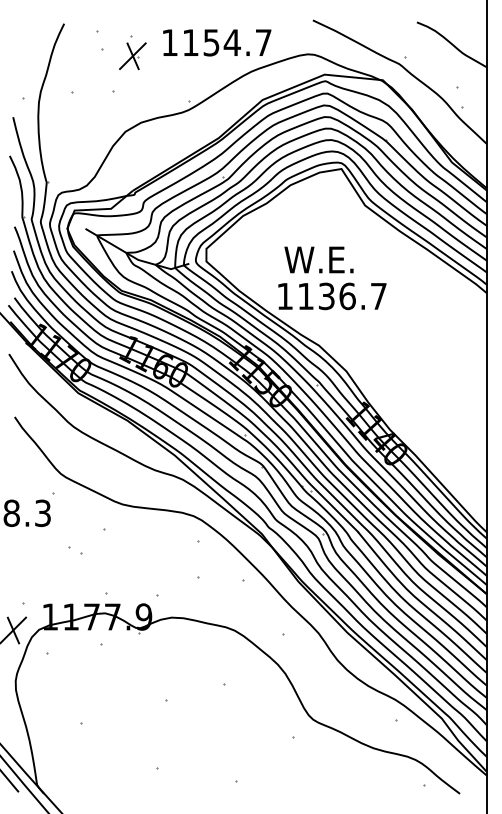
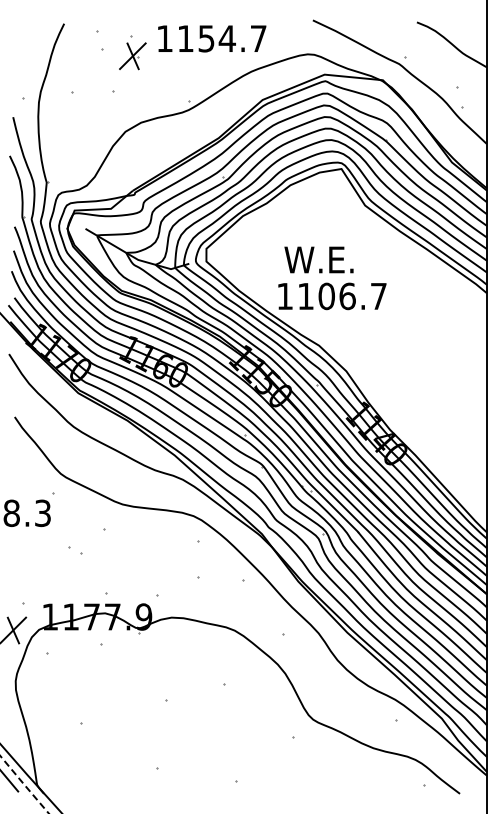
text at (217, 42) position: (217, 42) -> (212, 38)
text at (326, 296): 1136.7 -> 1106.7
line at (24, 784): solid -> dashed
